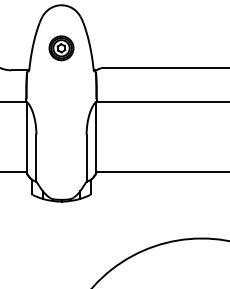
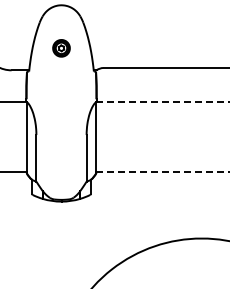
part at (61, 48) size: 27x27 px -> 19x19 px
line at (163, 101): solid -> dashed
line at (163, 172): solid -> dashed
